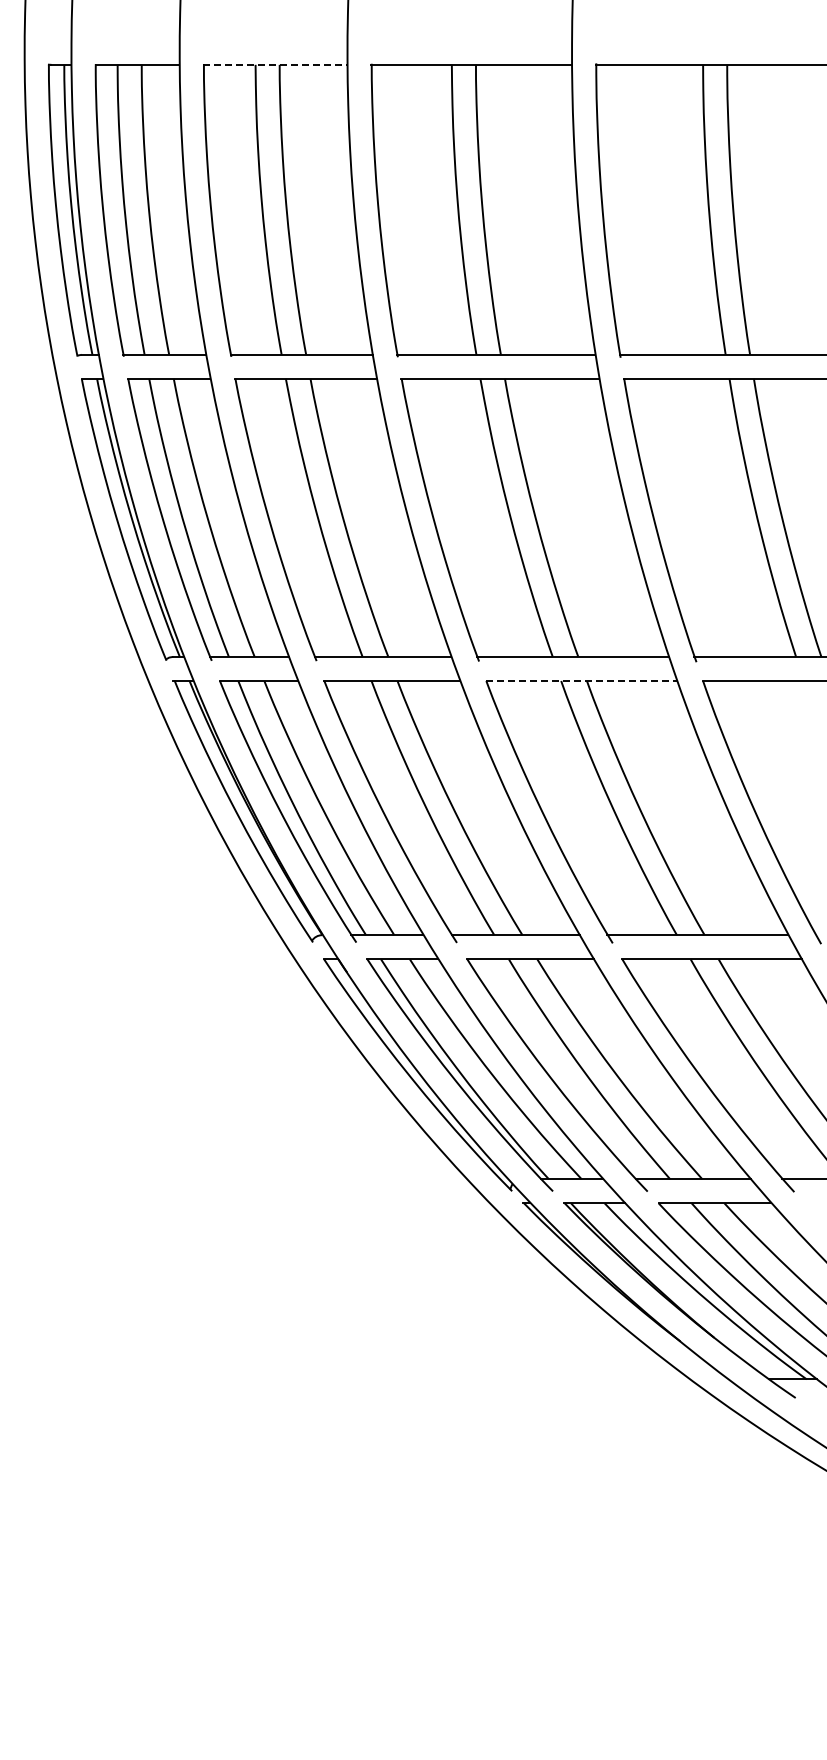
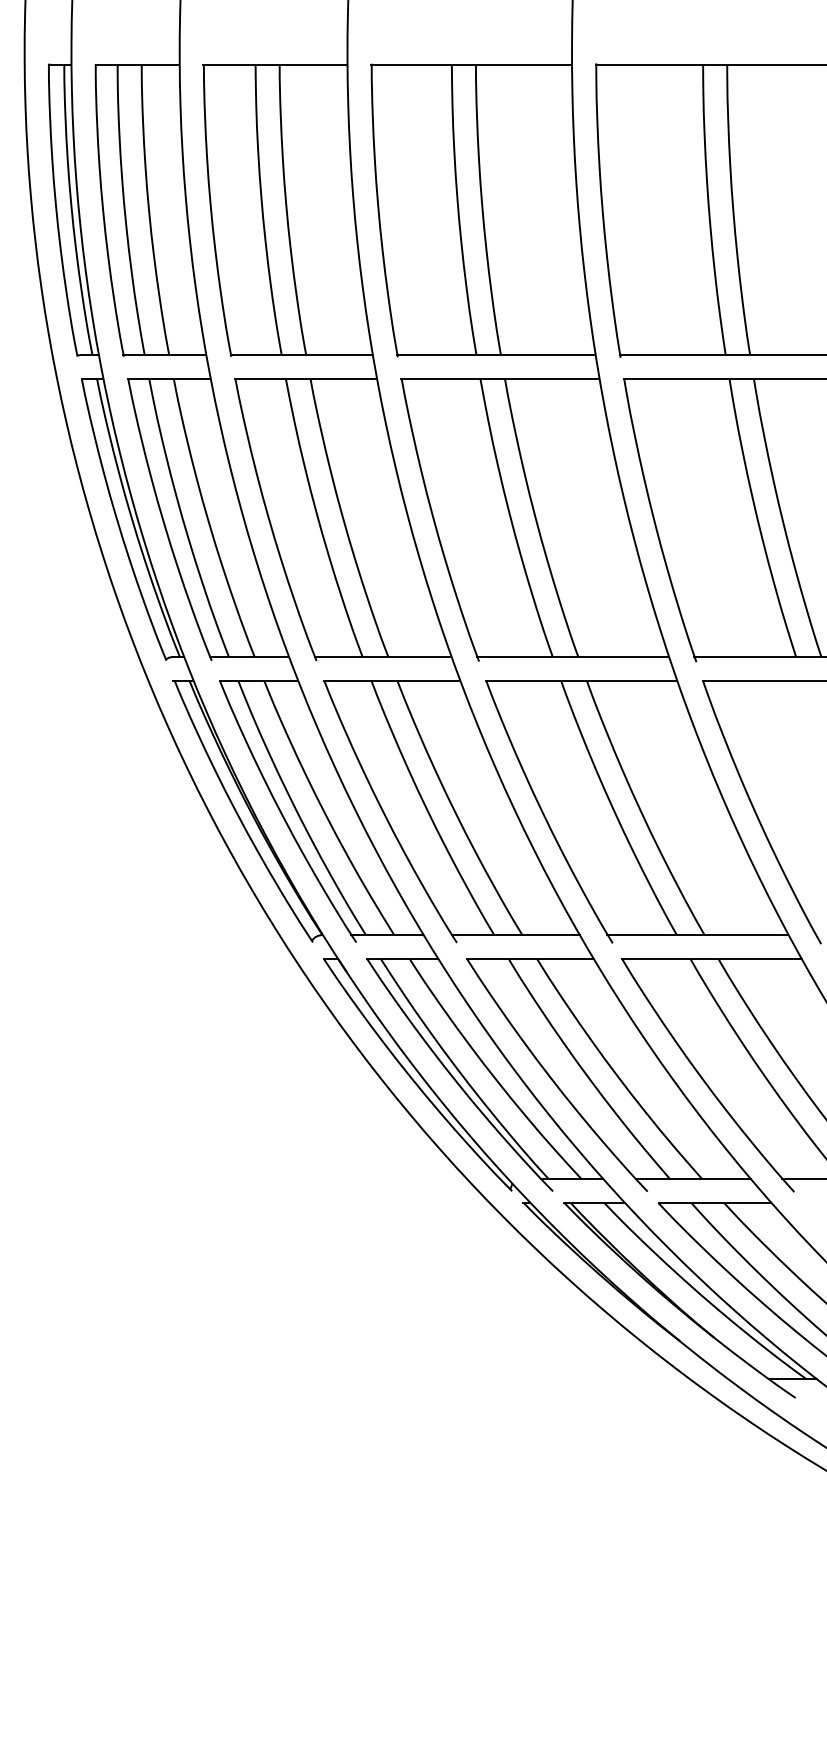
line at (275, 64): dashed -> solid
line at (581, 681): dashed -> solid
